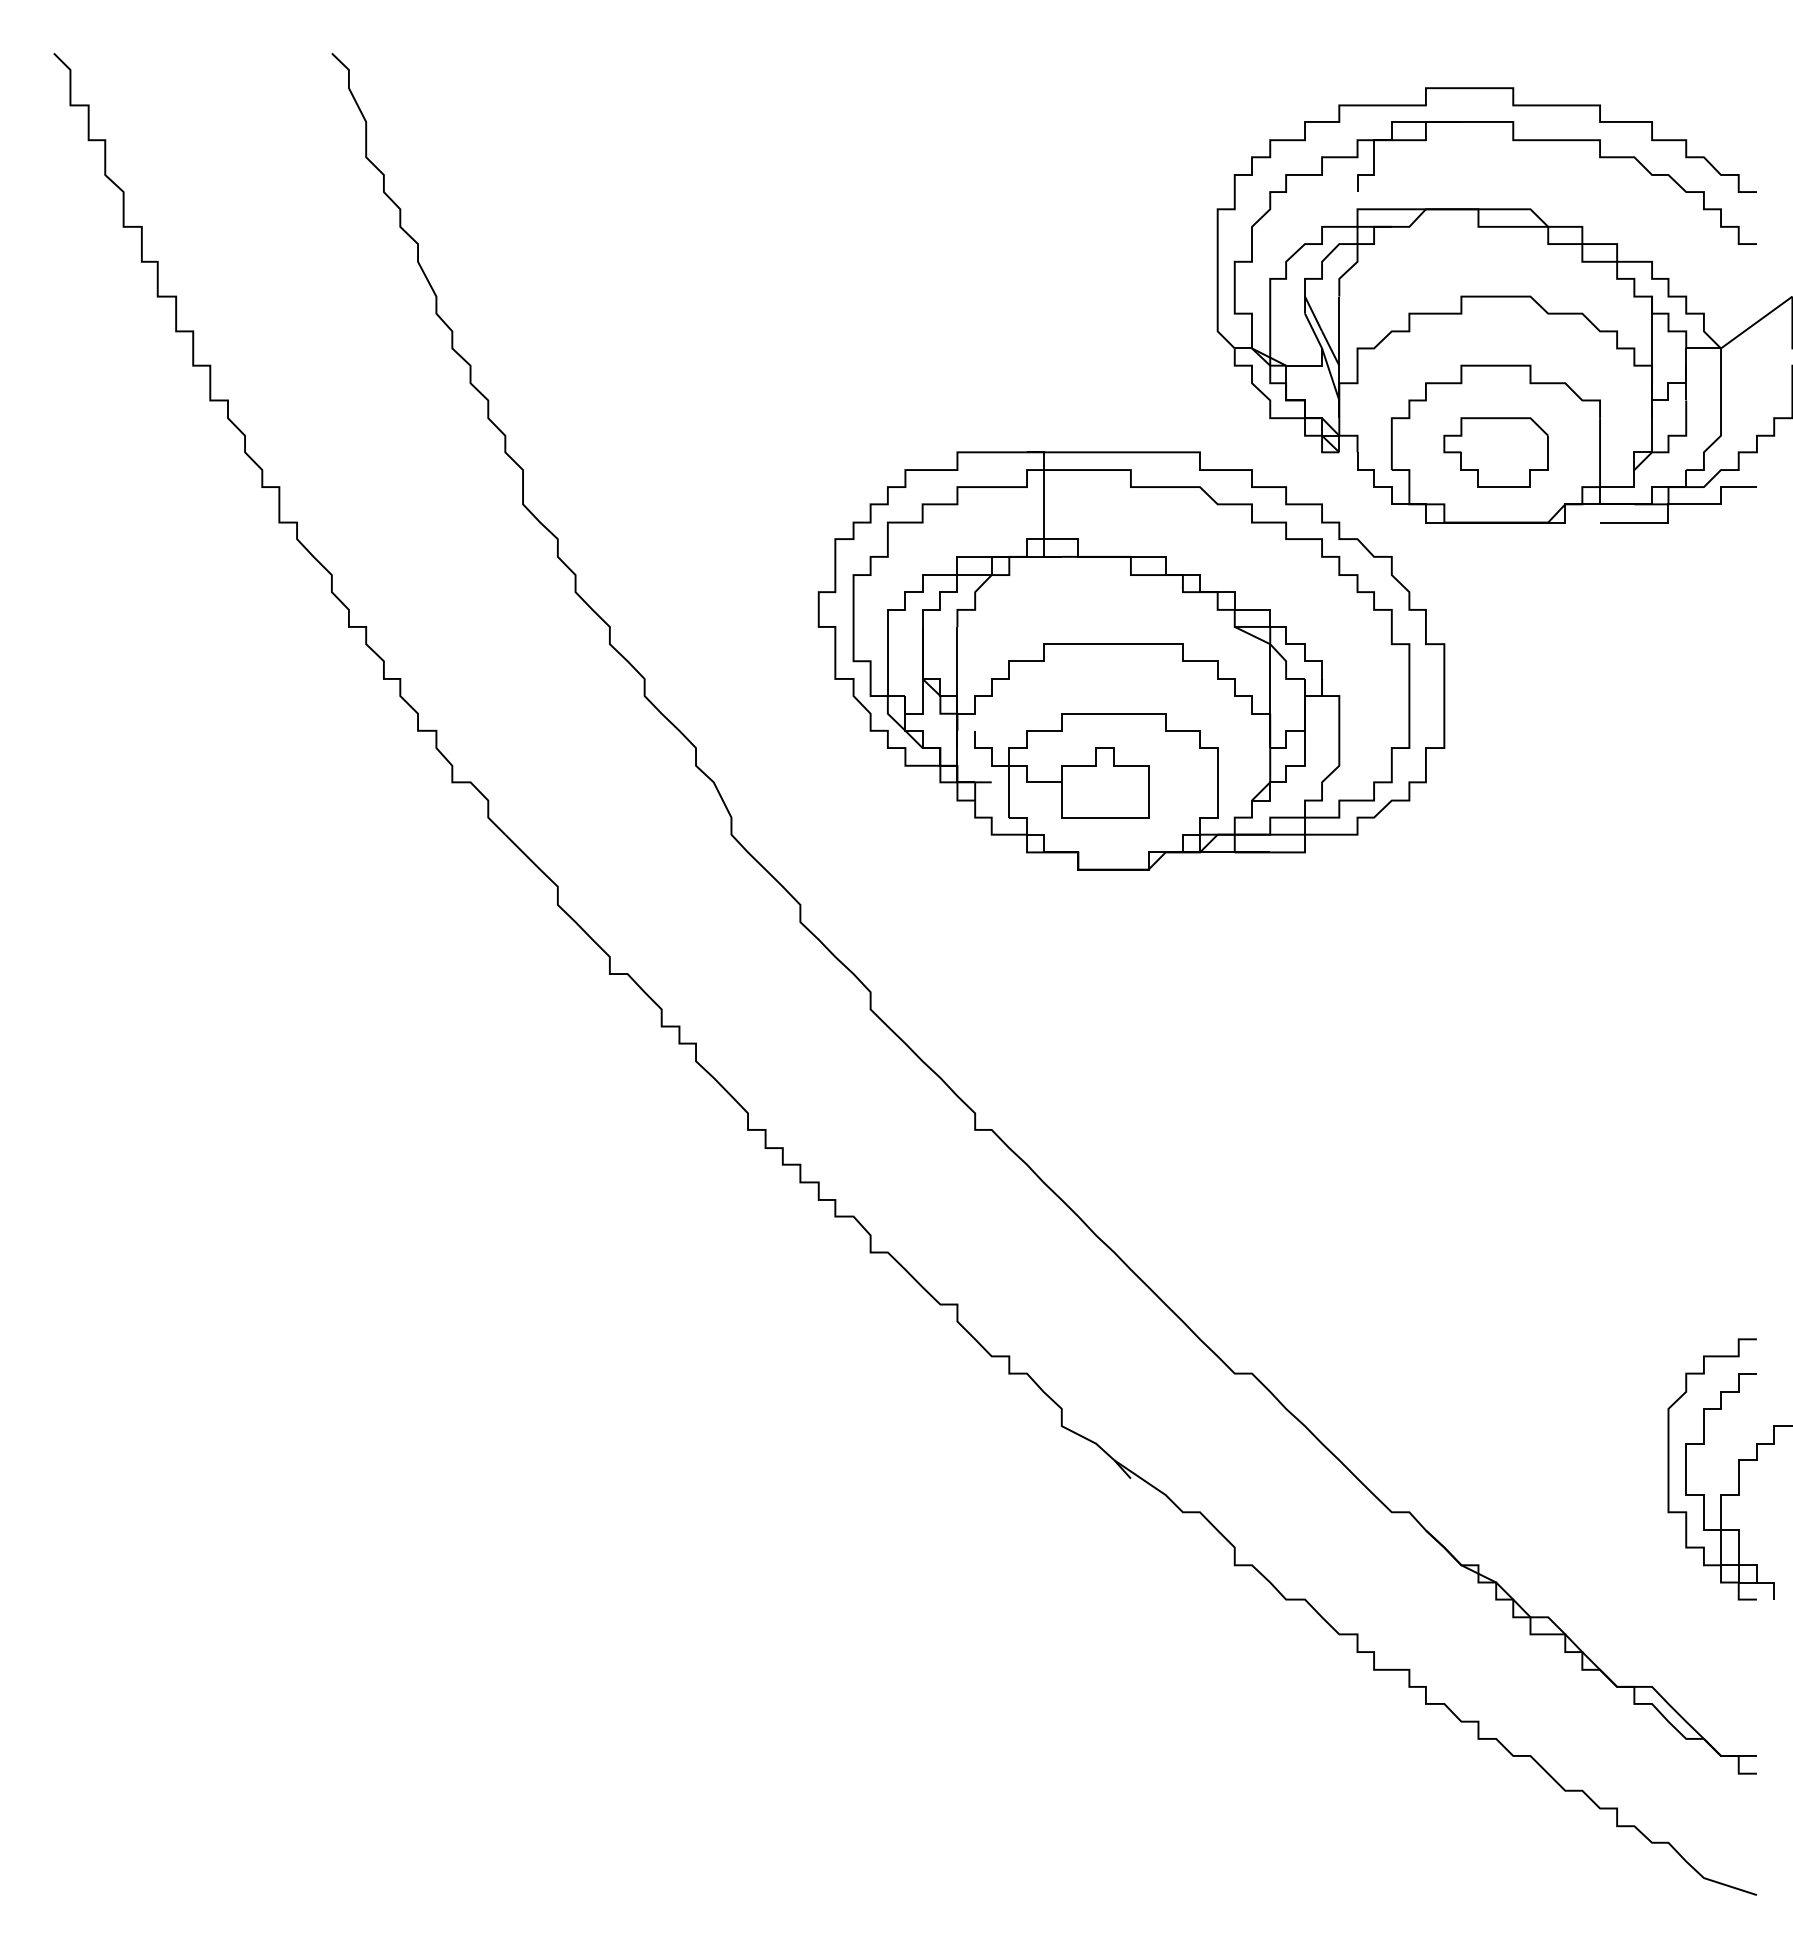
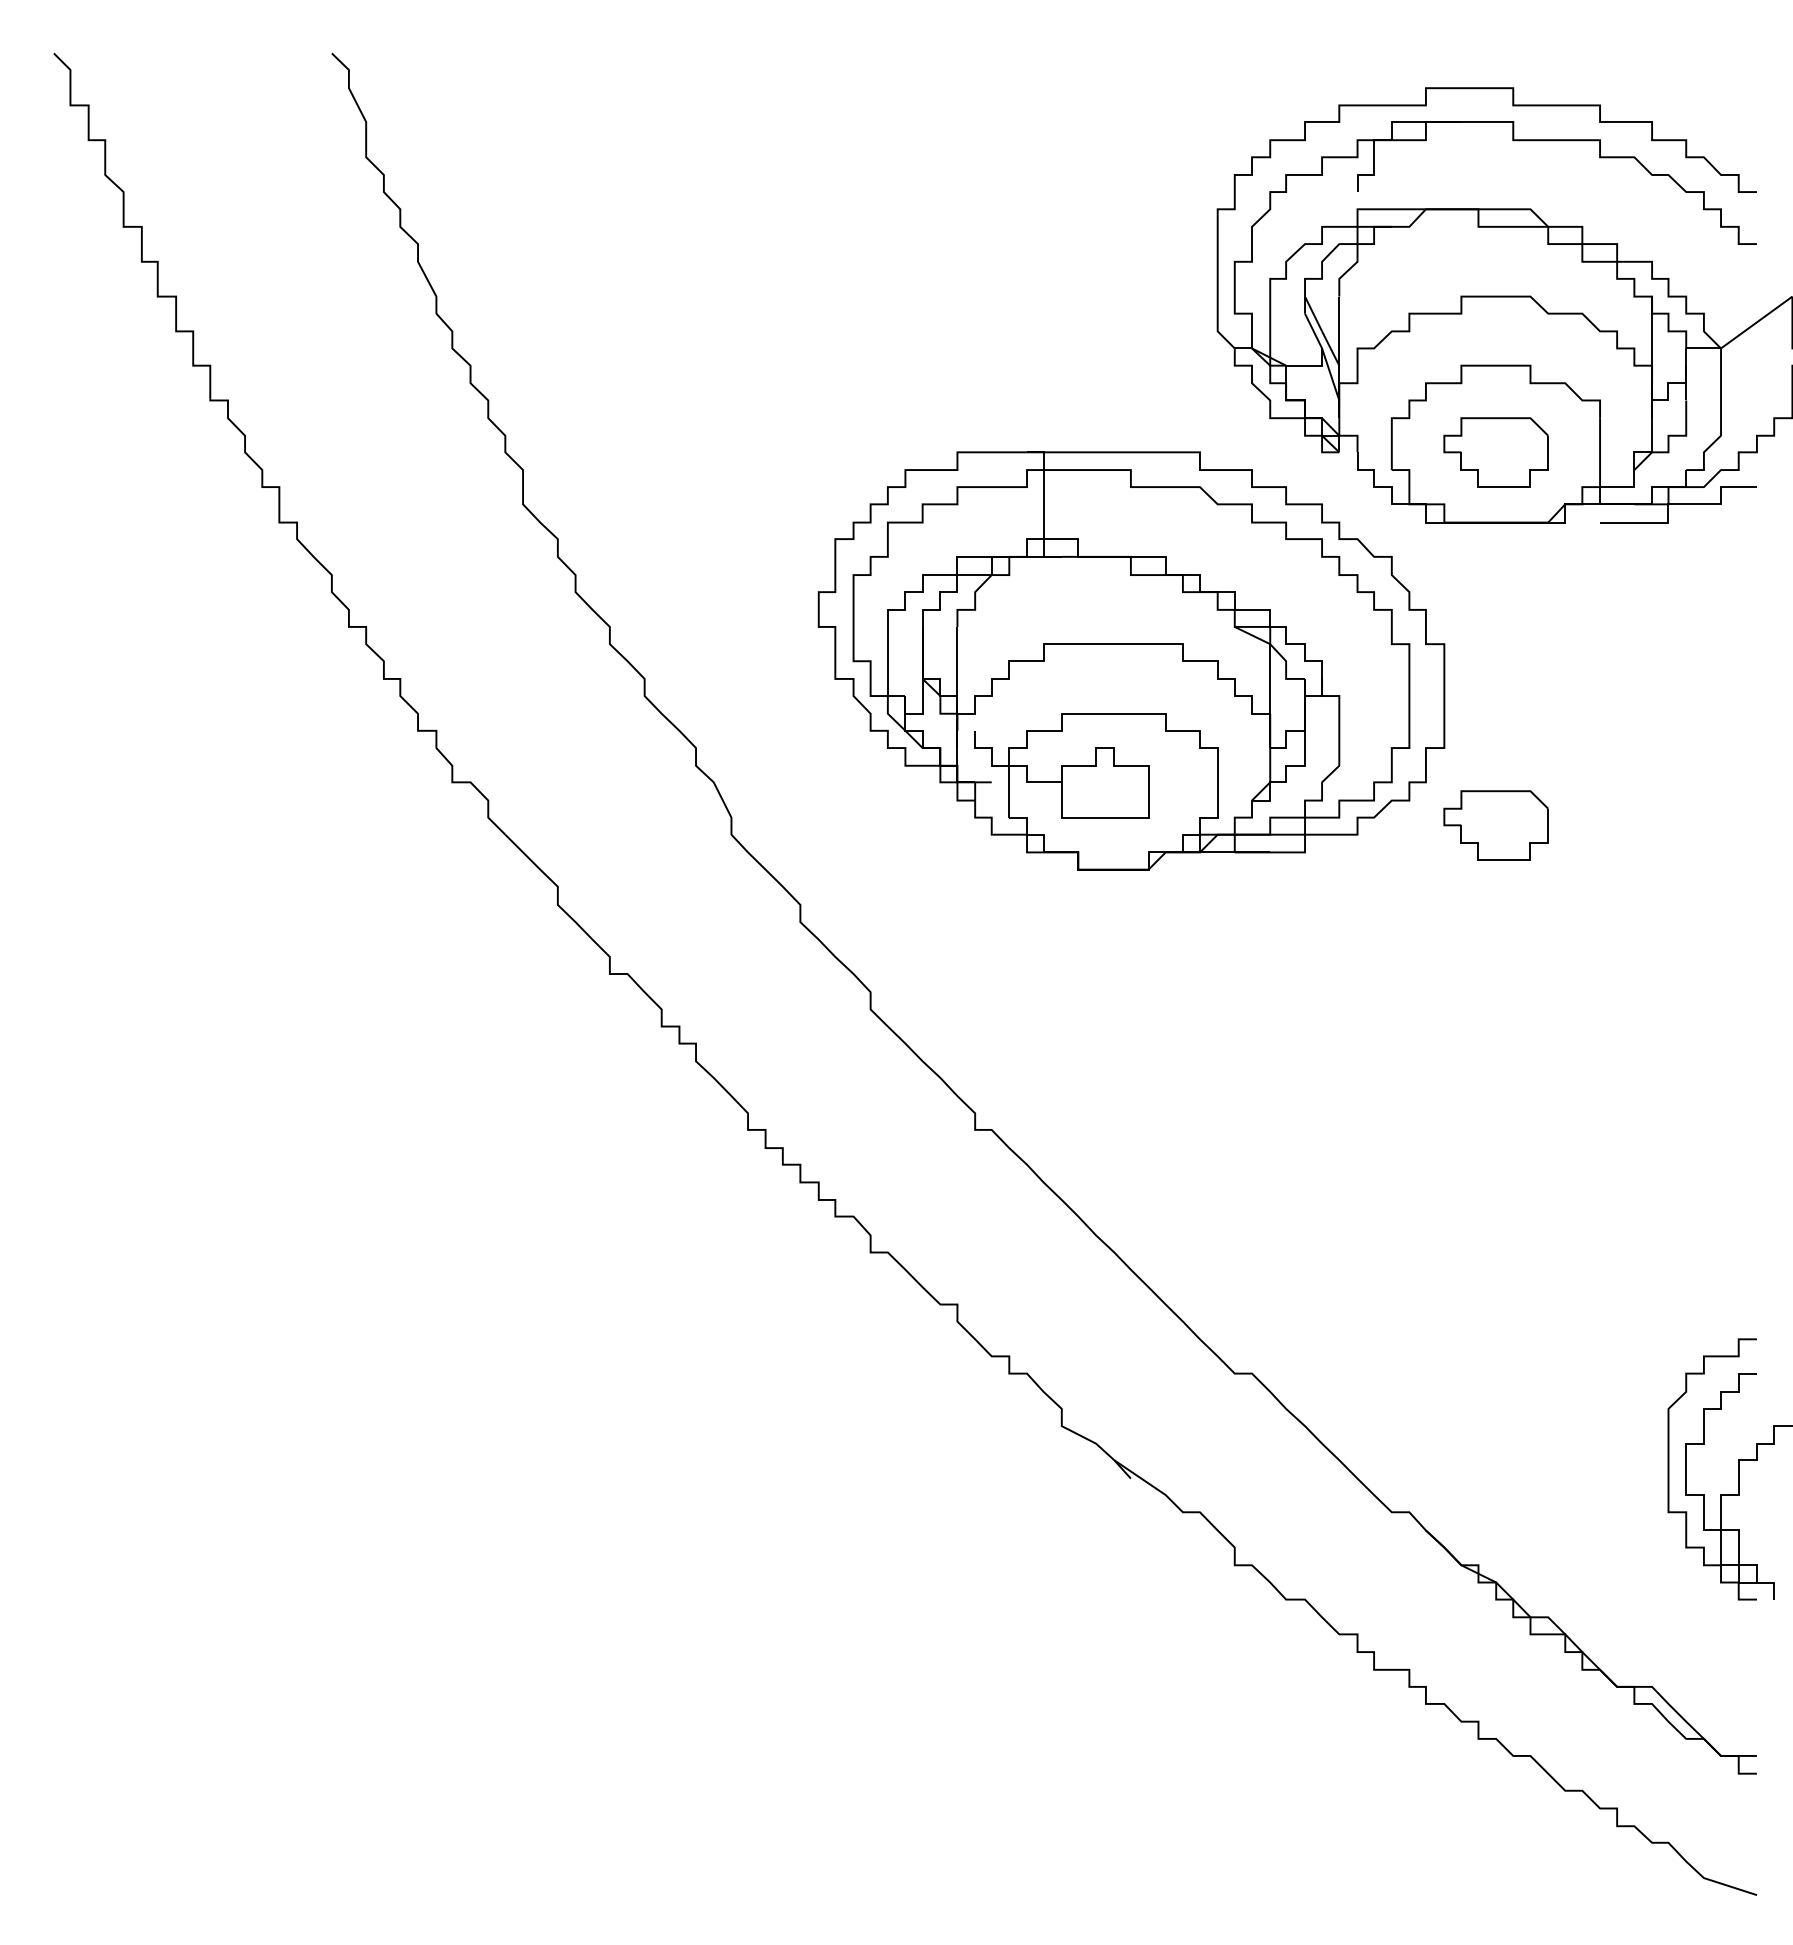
part at (1495, 825): none -> present
